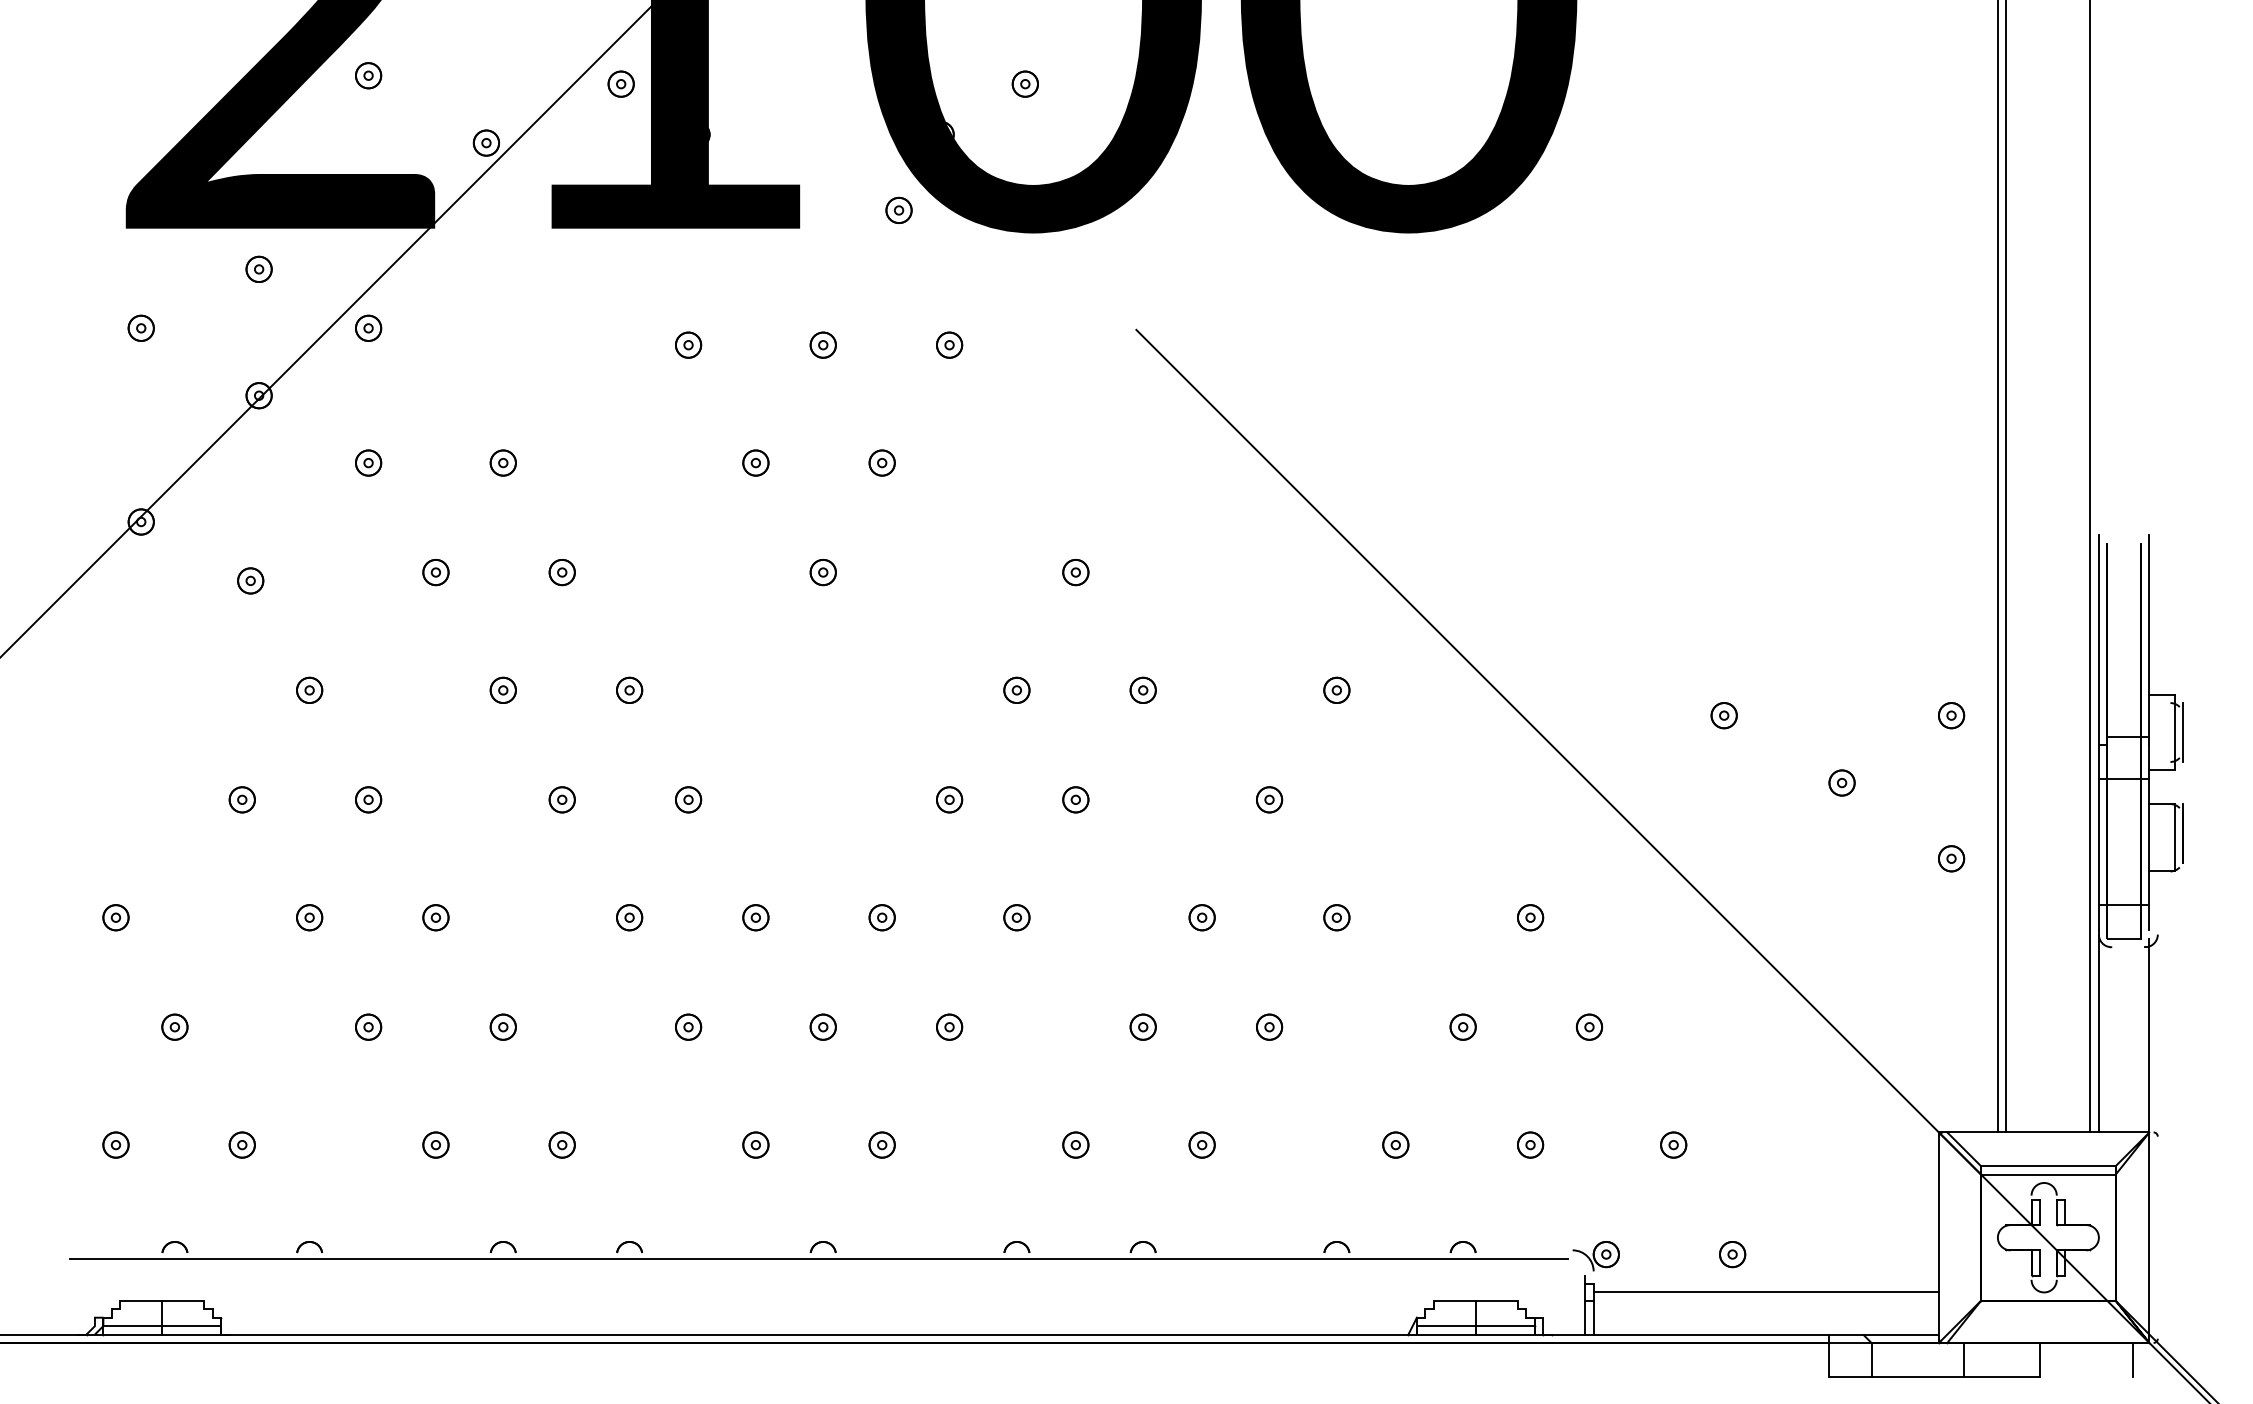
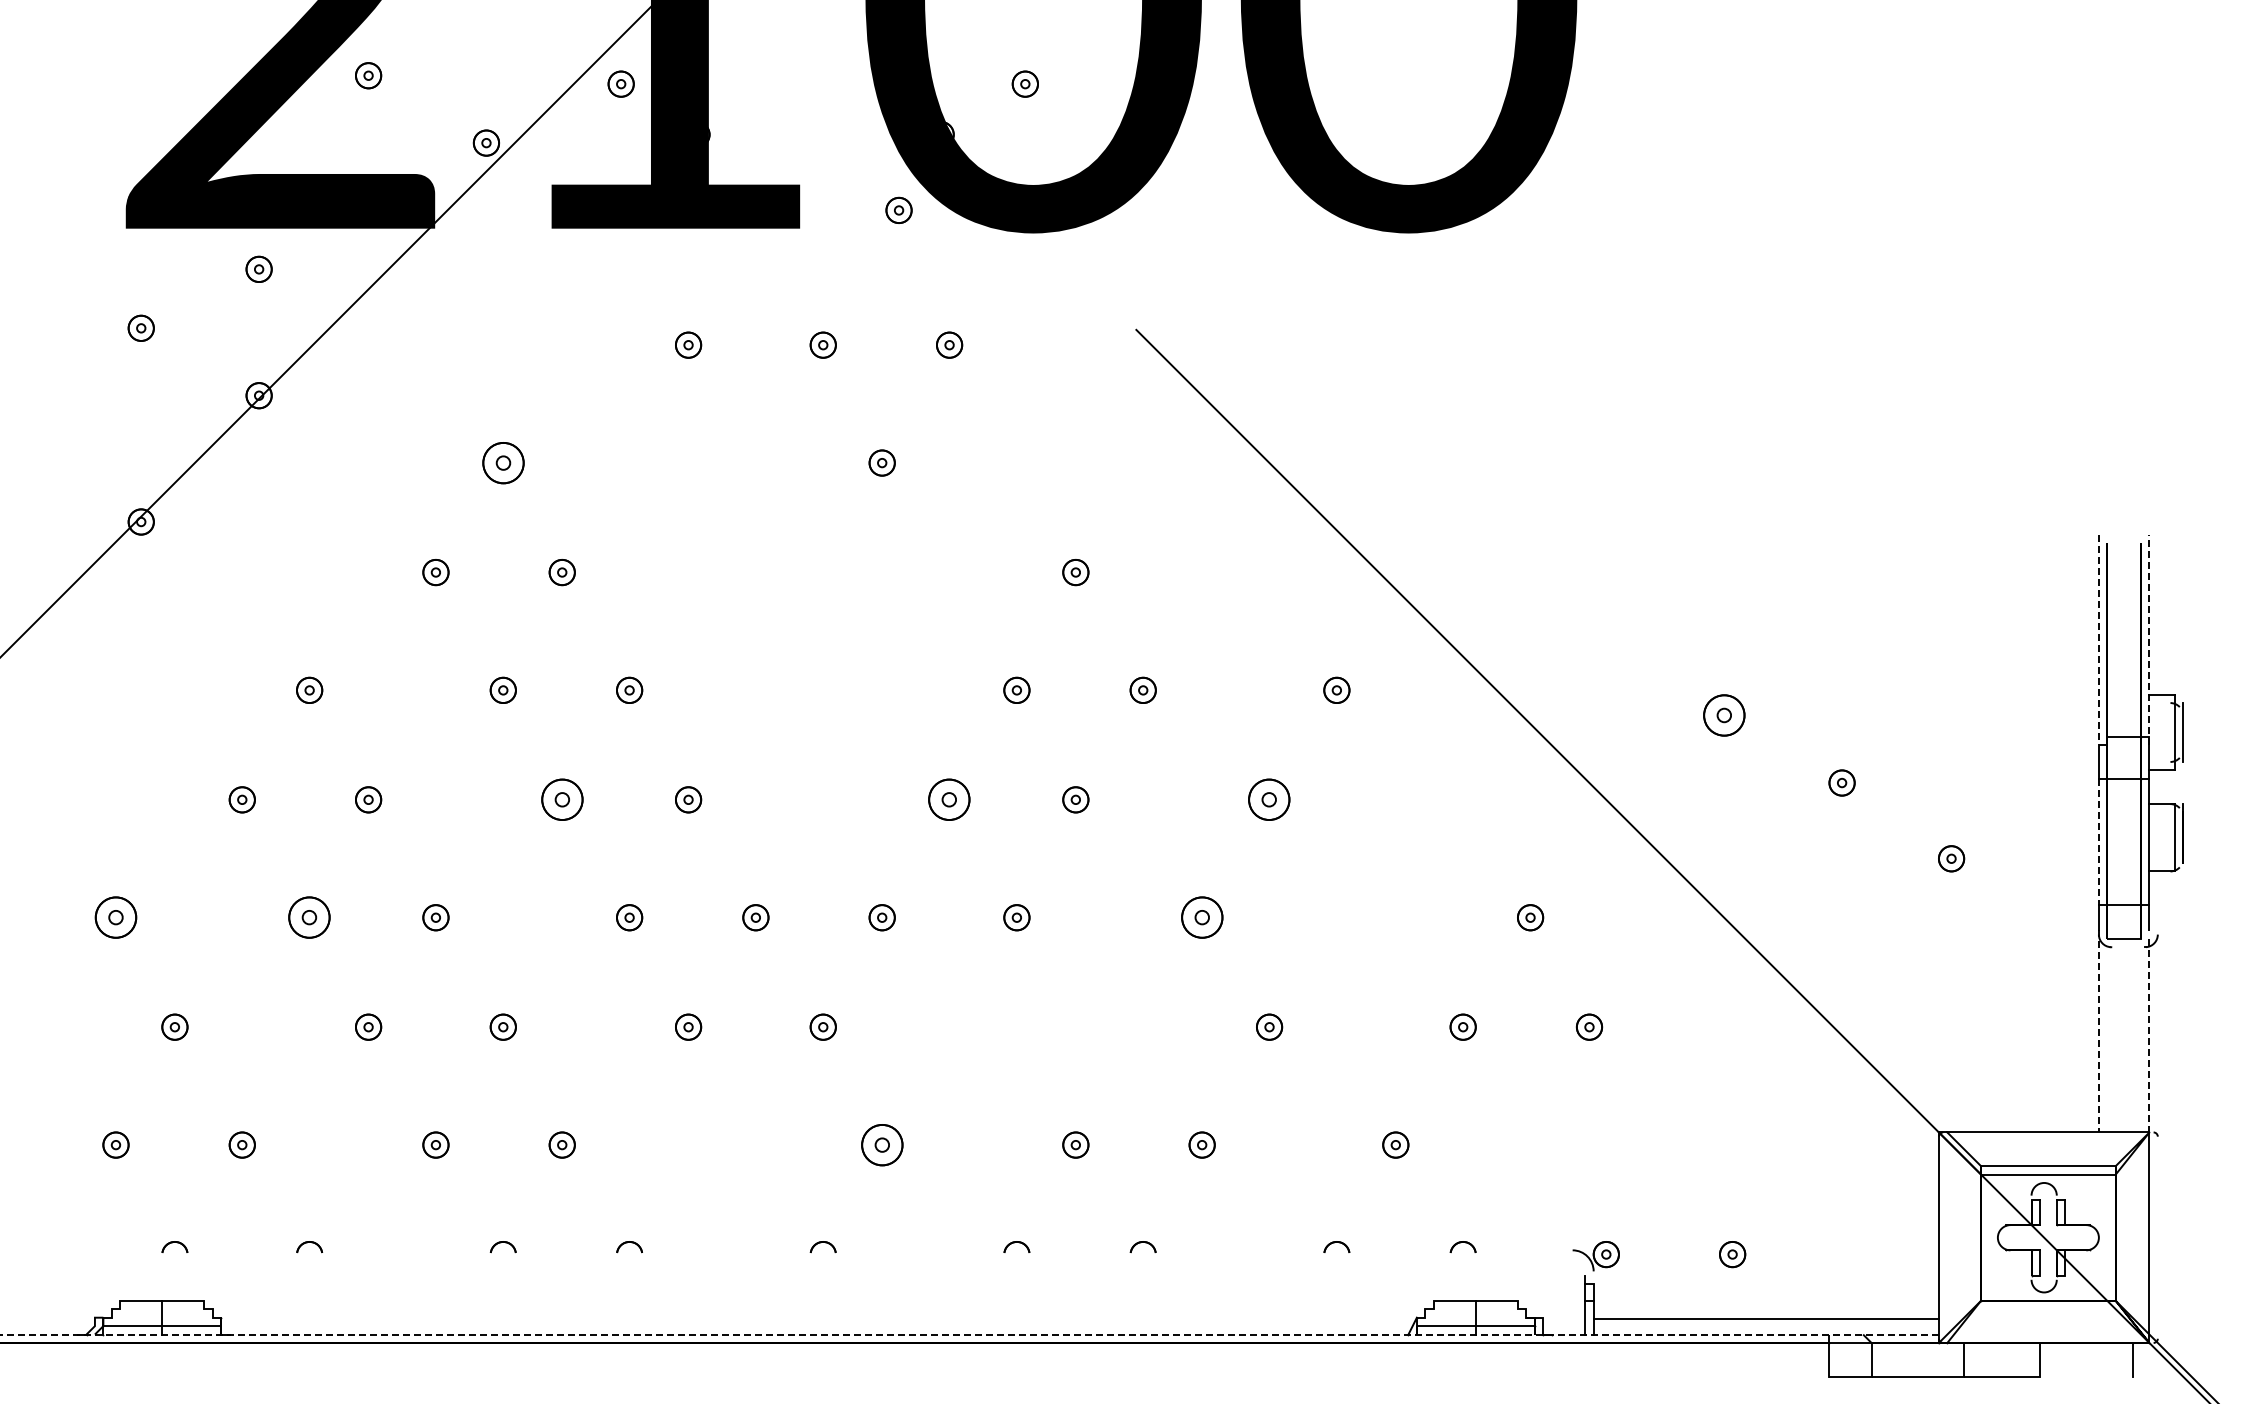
part at (368, 327): present -> none
part at (368, 462): present -> none
part at (502, 462) size: 28x28 px -> 43x43 px
part at (755, 462): present -> none
line at (1997, 567): present -> none
line at (2006, 567): present -> none
line at (2090, 567): present -> none
part at (822, 572): present -> none
part at (250, 580): present -> none
line at (2149, 639): solid -> dashed
line at (2098, 640): solid -> dashed
part at (1723, 715) size: 28x28 px -> 43x43 px
part at (1951, 715): present -> none
part at (561, 799) size: 28x28 px -> 43x43 px
part at (949, 799) size: 28x28 px -> 43x43 px
part at (1269, 799) size: 28x28 px -> 43x43 px
line at (2098, 842): solid -> dashed
part at (115, 917) size: 28x28 px -> 44x43 px
part at (309, 917) size: 28x28 px -> 43x43 px
part at (1201, 917) size: 28x28 px -> 43x43 px
part at (1336, 917): present -> none
part at (949, 1026): present -> none
part at (1142, 1026): present -> none
line at (2098, 1031): solid -> dashed
line at (2149, 1035): solid -> dashed
part at (755, 1144): present -> none
part at (881, 1144) size: 28x28 px -> 43x43 px
part at (1530, 1144): present -> none
part at (1673, 1144): present -> none
line at (818, 1258): present -> none
line at (1765, 1292) position: (1765, 1292) -> (1765, 1319)
line at (970, 1334): solid -> dashed
